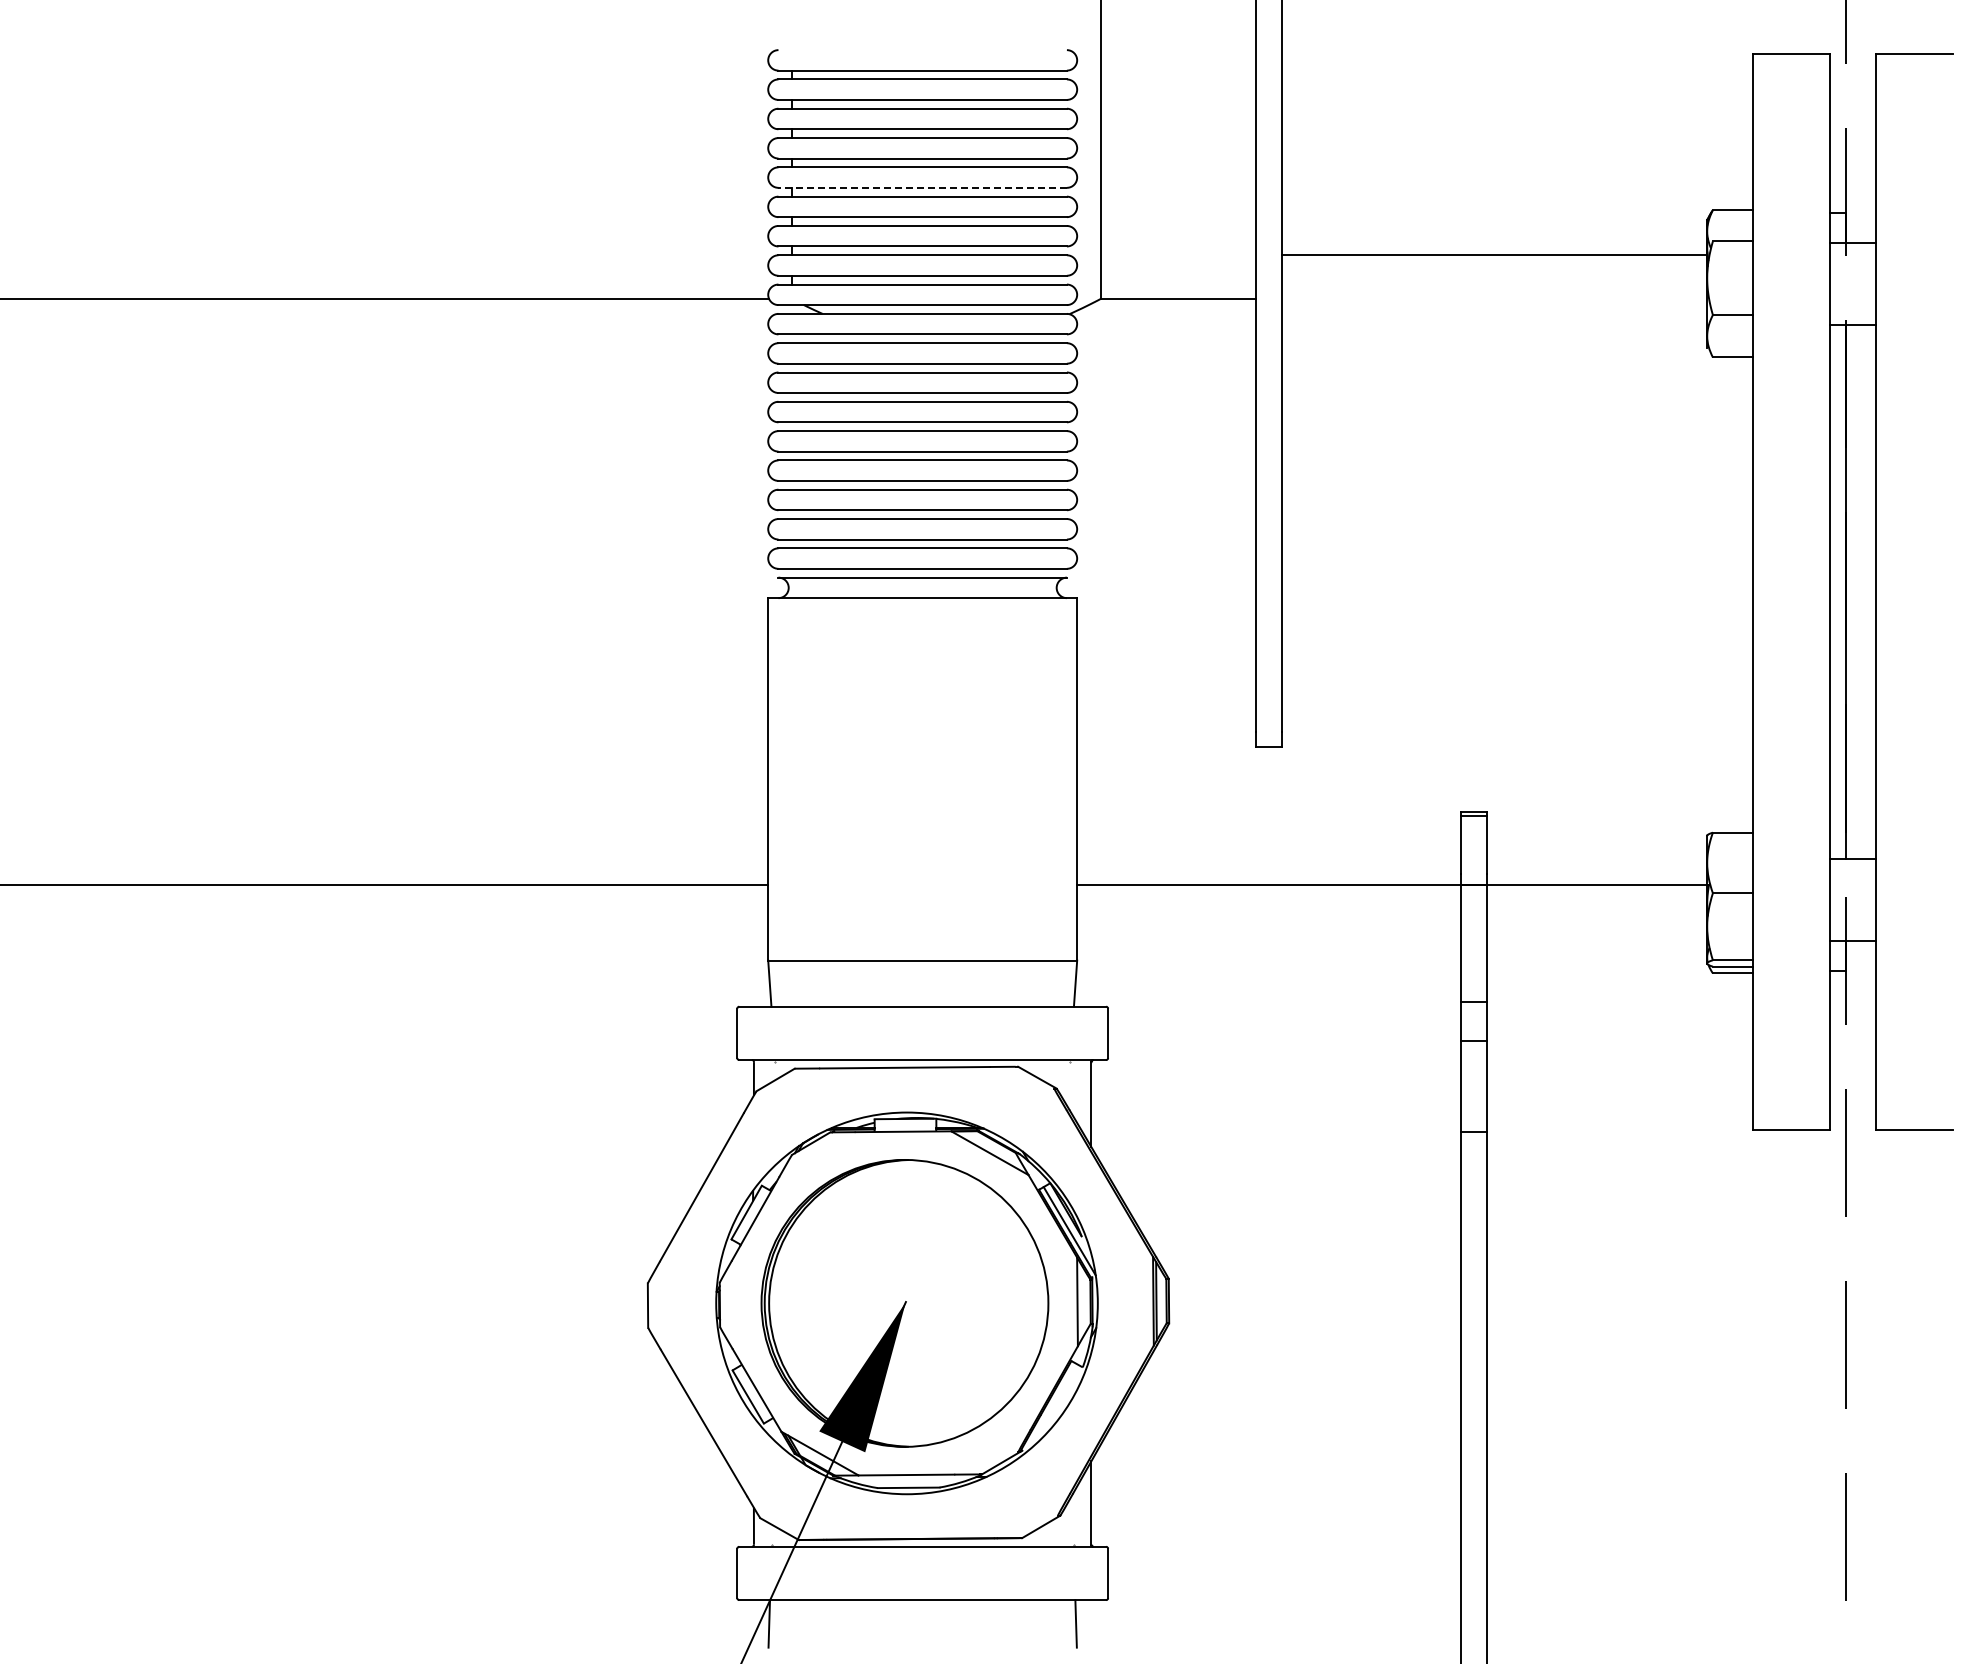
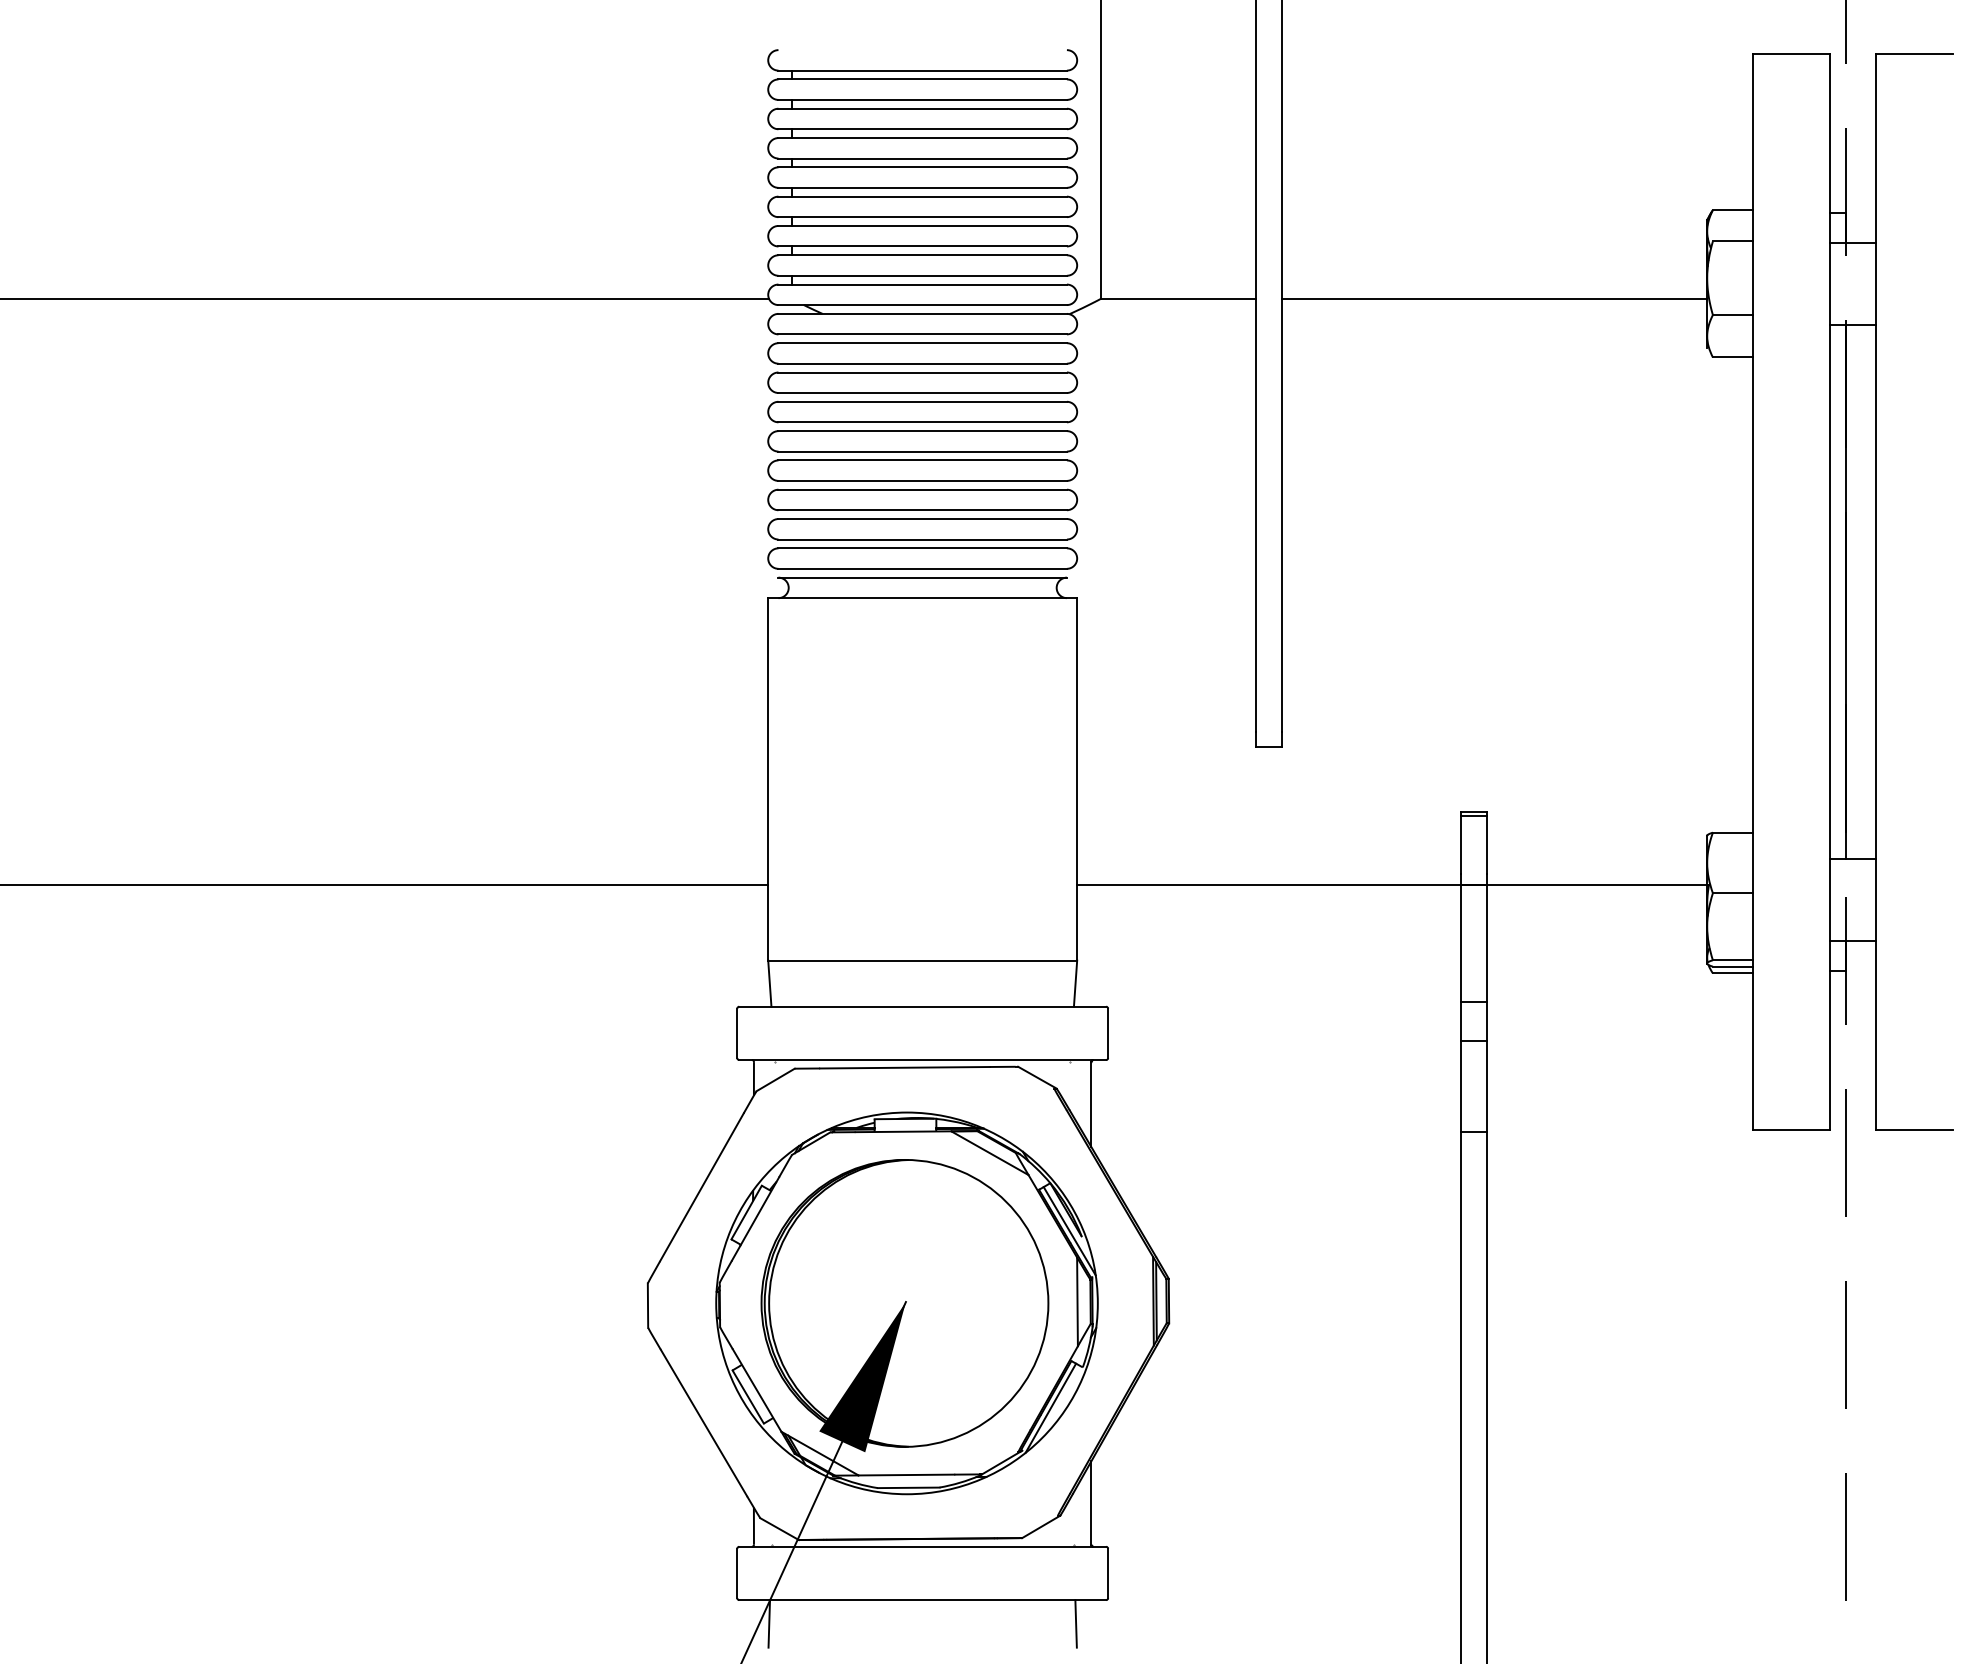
line at (922, 187): dashed -> solid
line at (1494, 254) position: (1494, 254) -> (1494, 298)
line at (1050, 1407): none -> present
